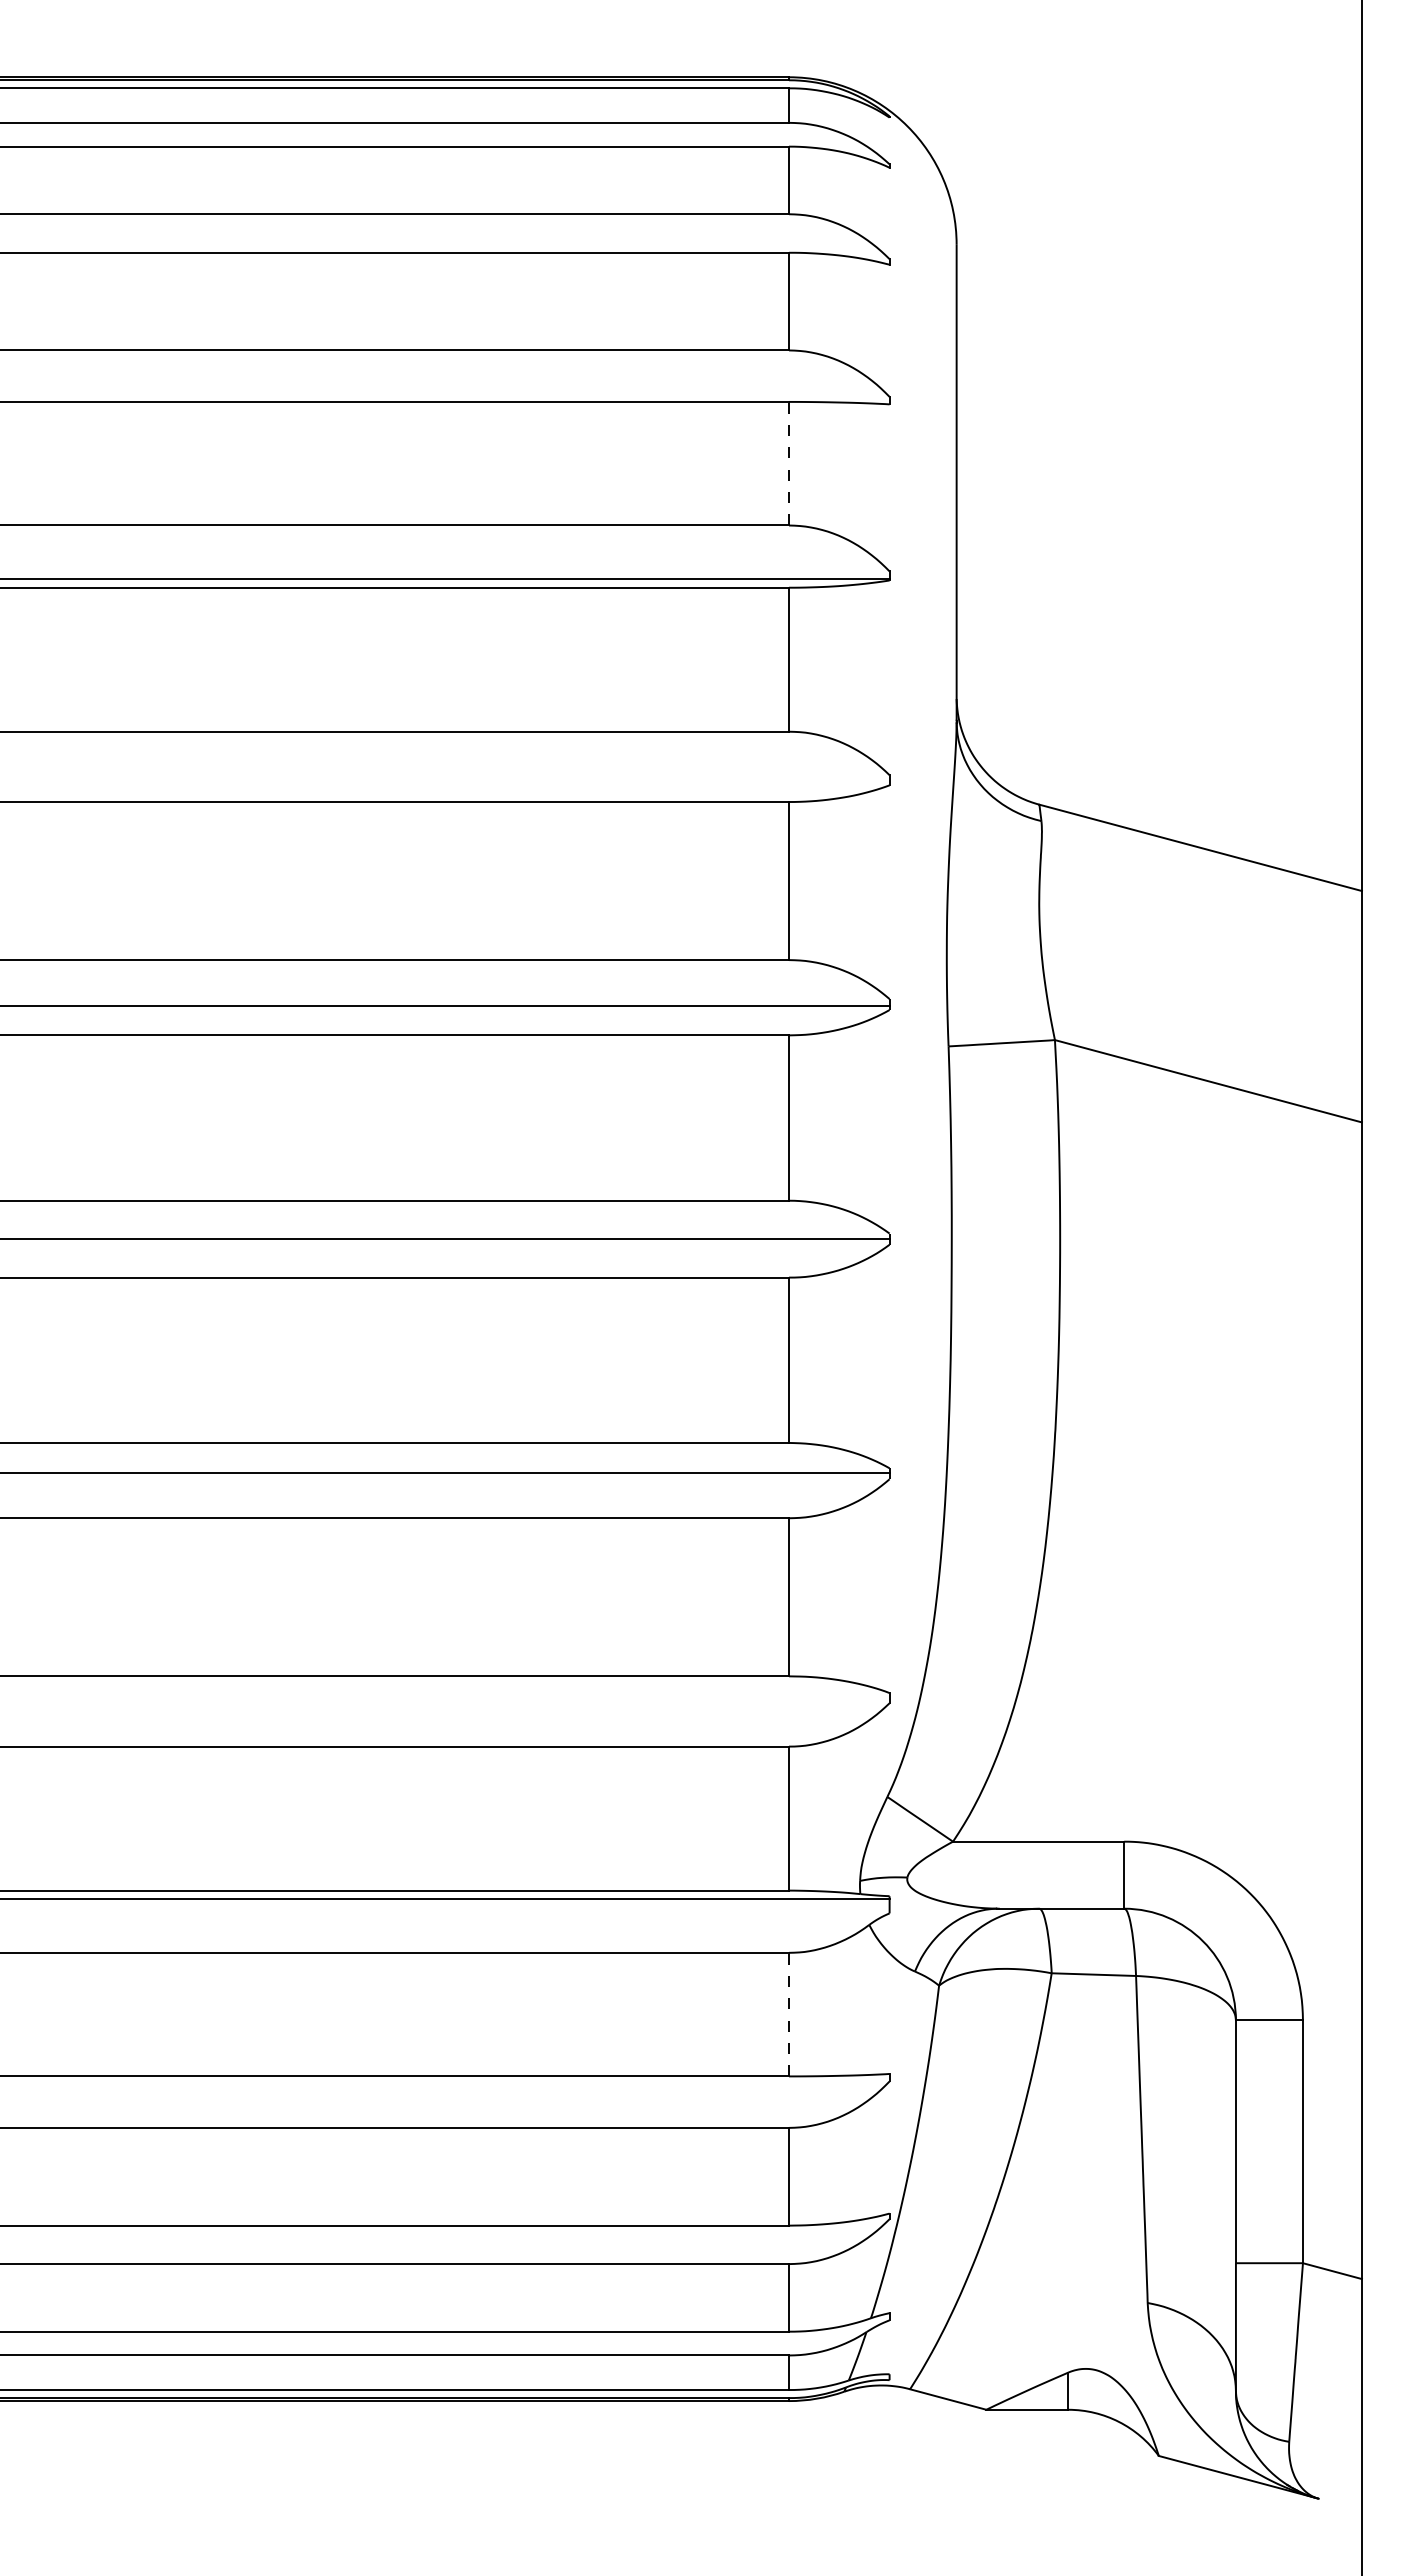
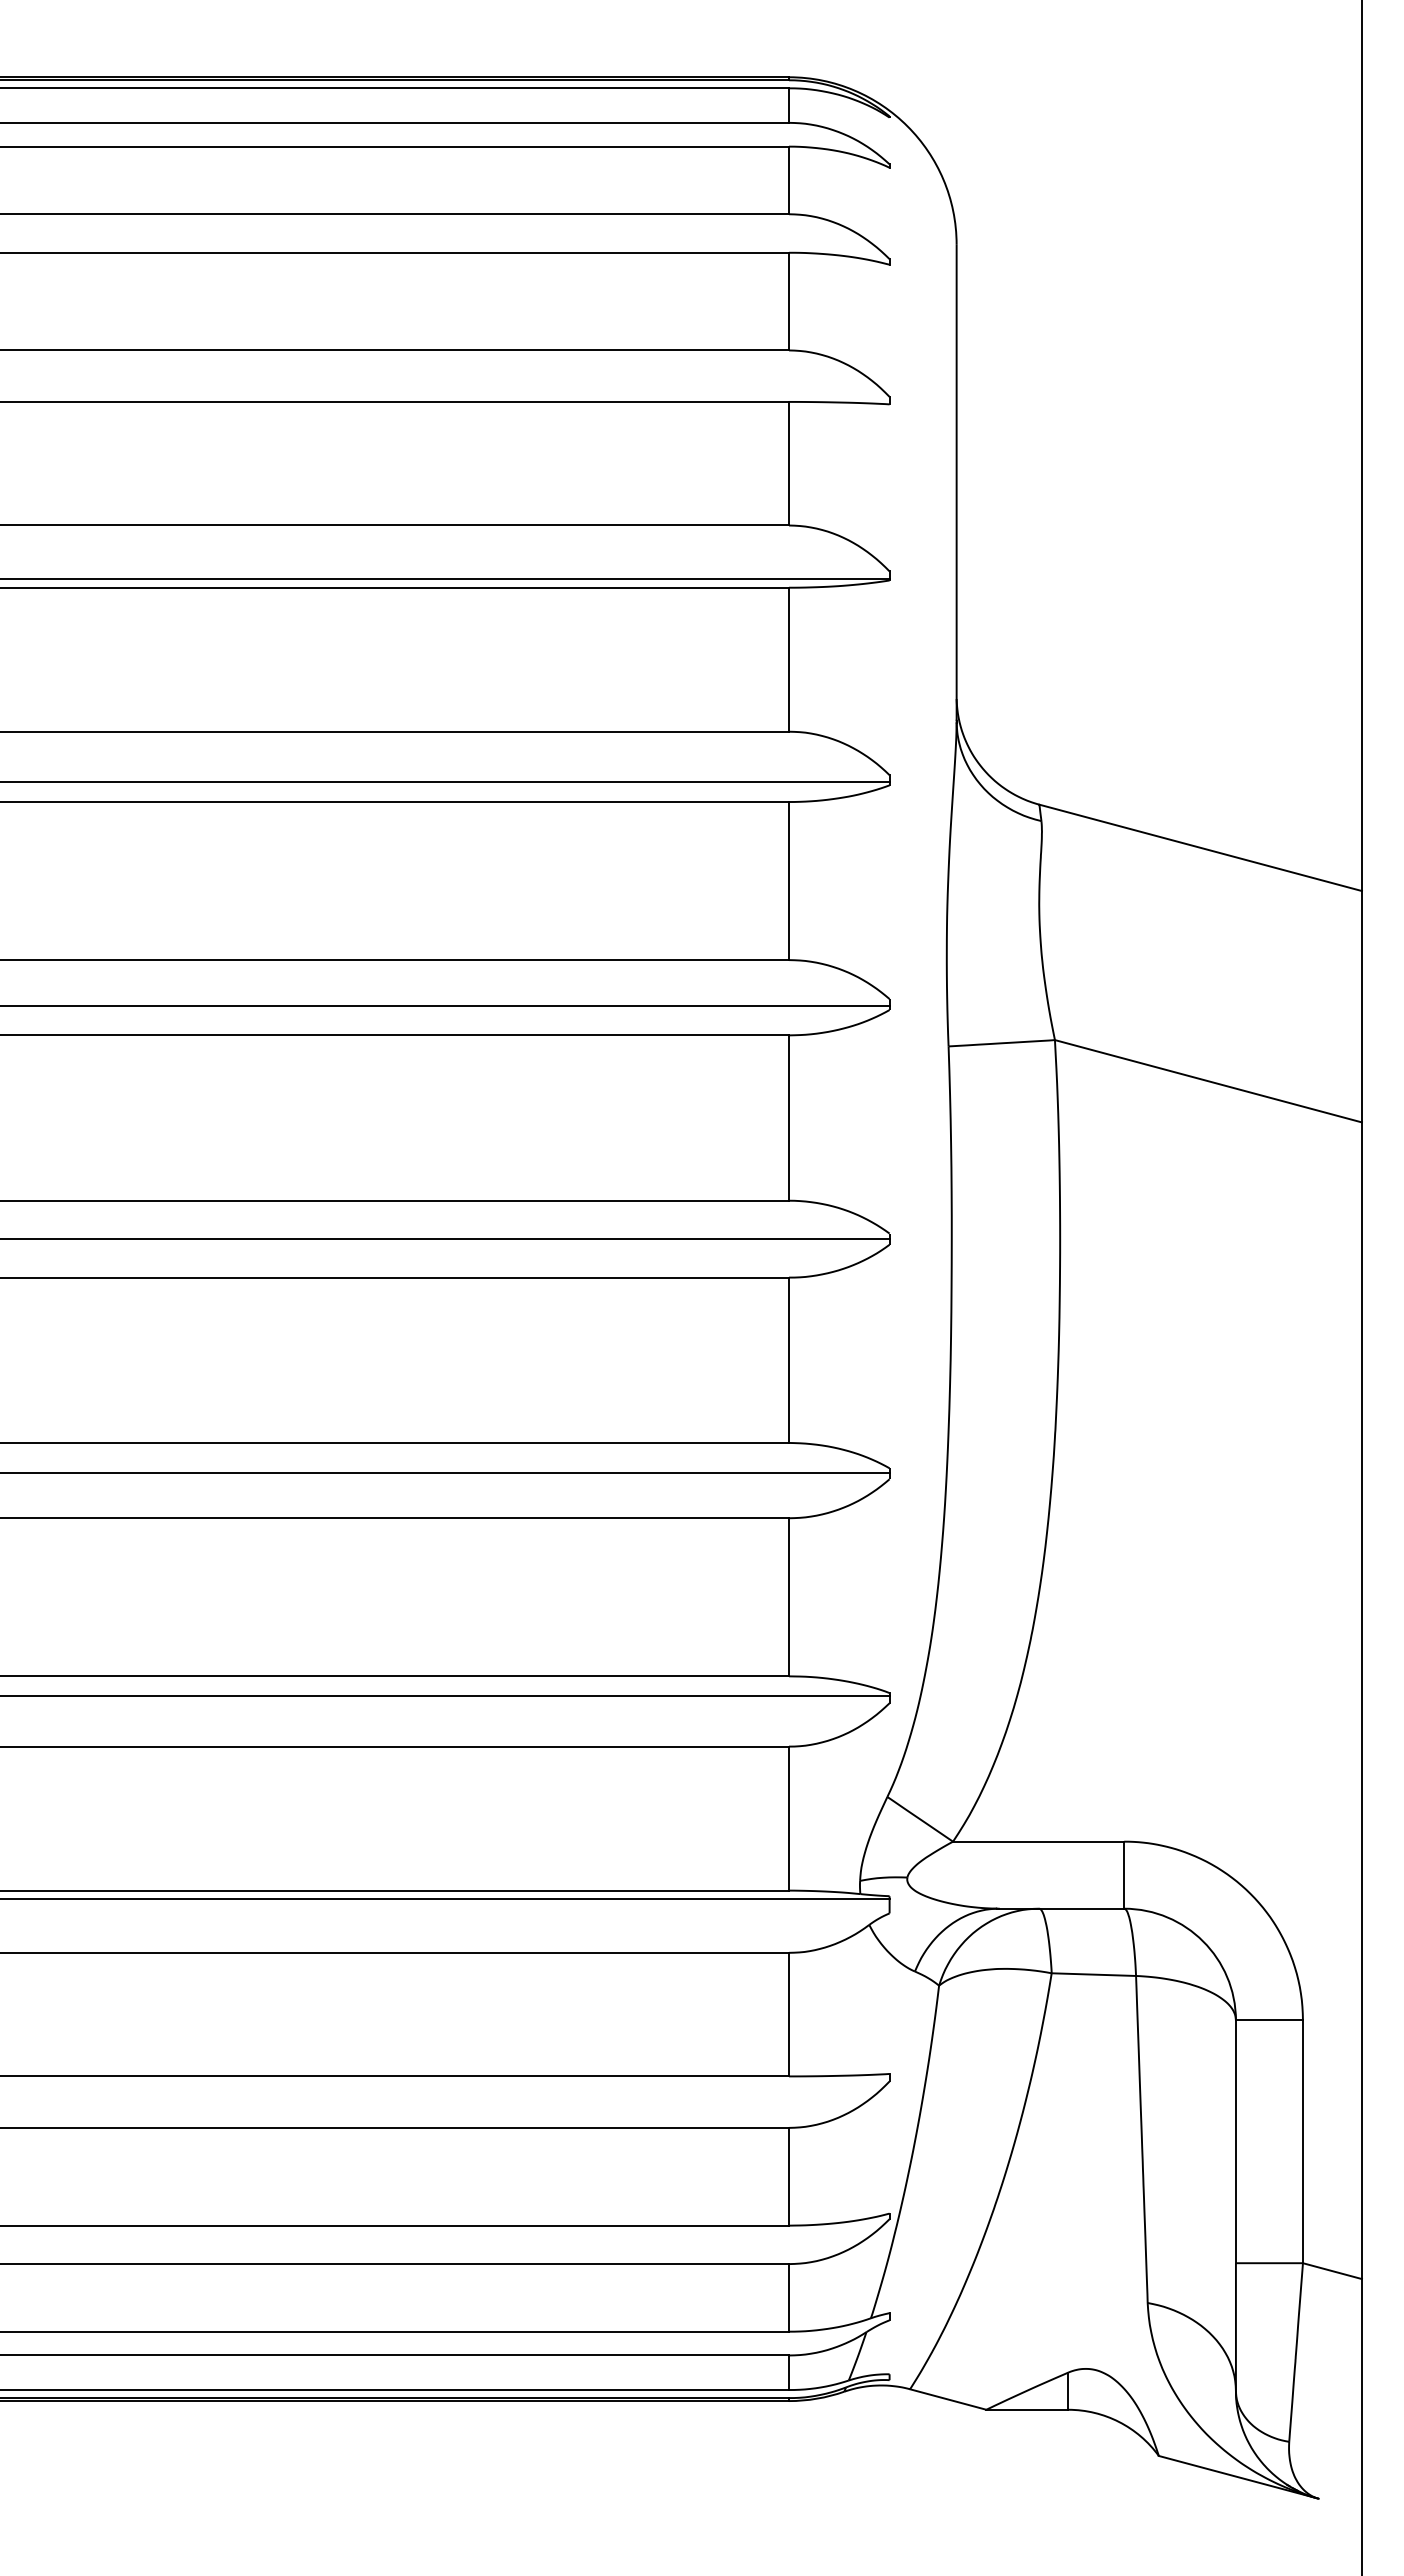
line at (789, 463): dashed -> solid
line at (445, 782): none -> present
line at (445, 1695): none -> present
line at (789, 2014): dashed -> solid
